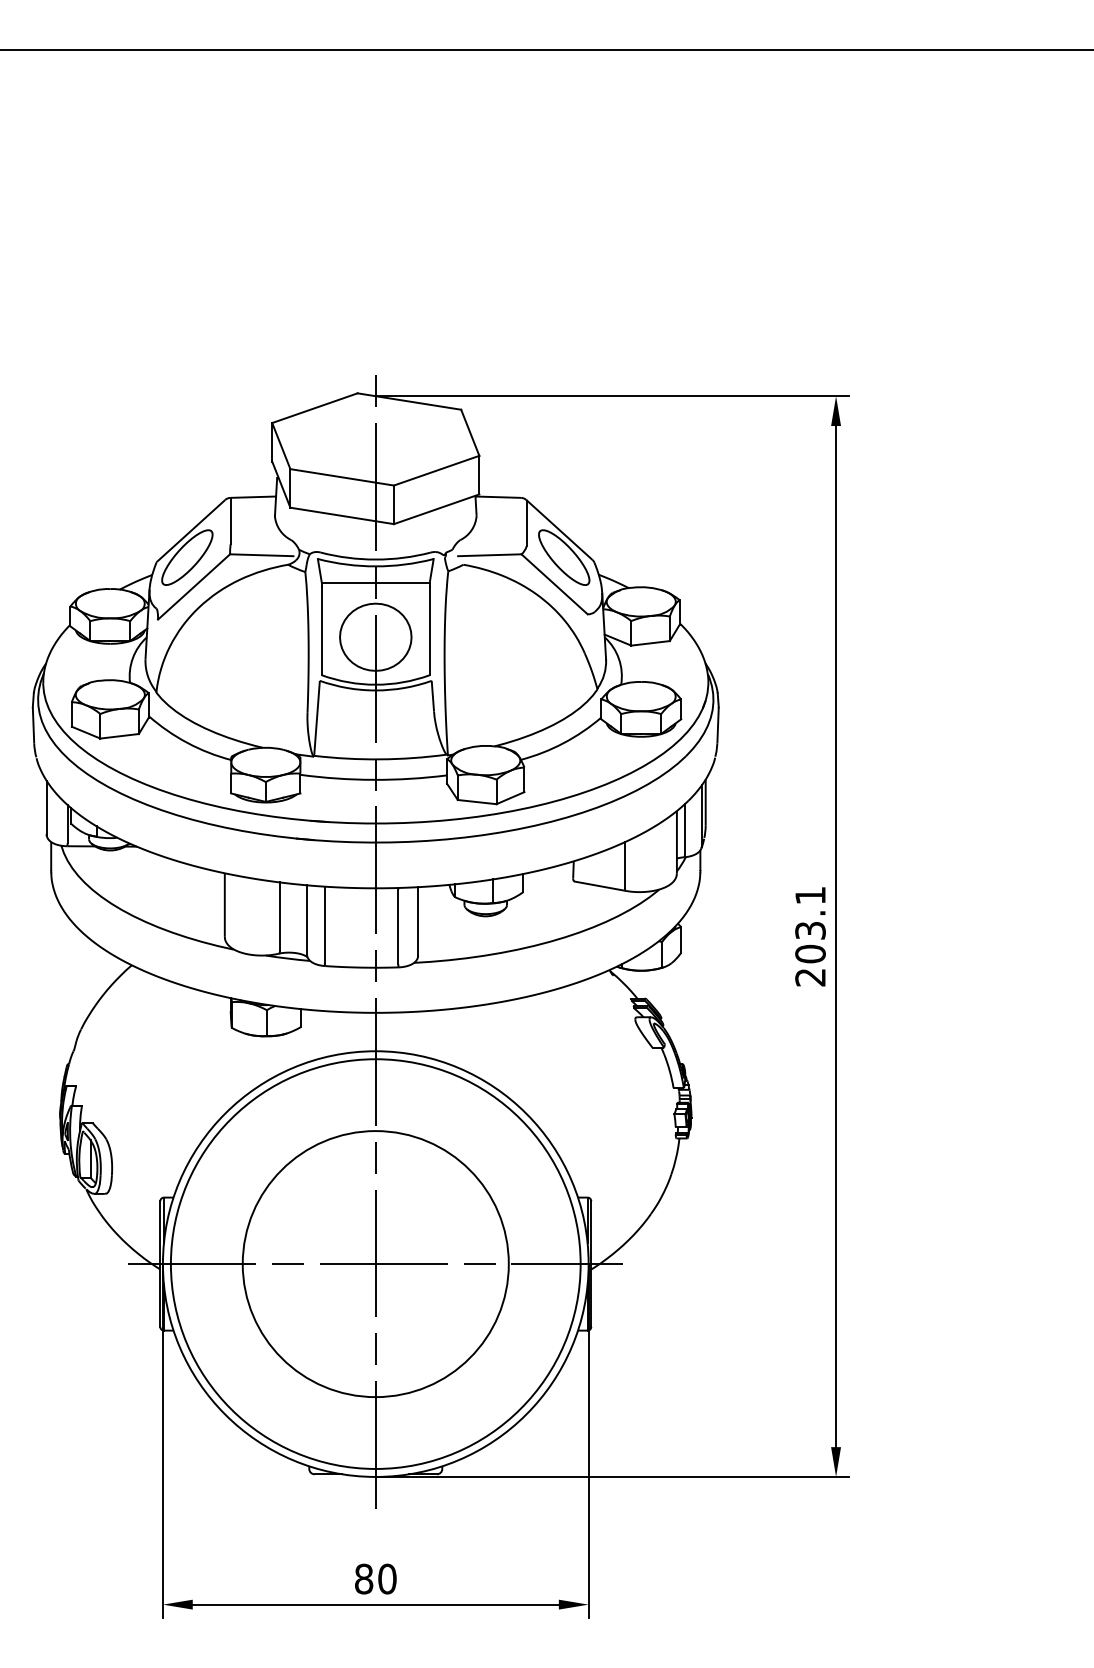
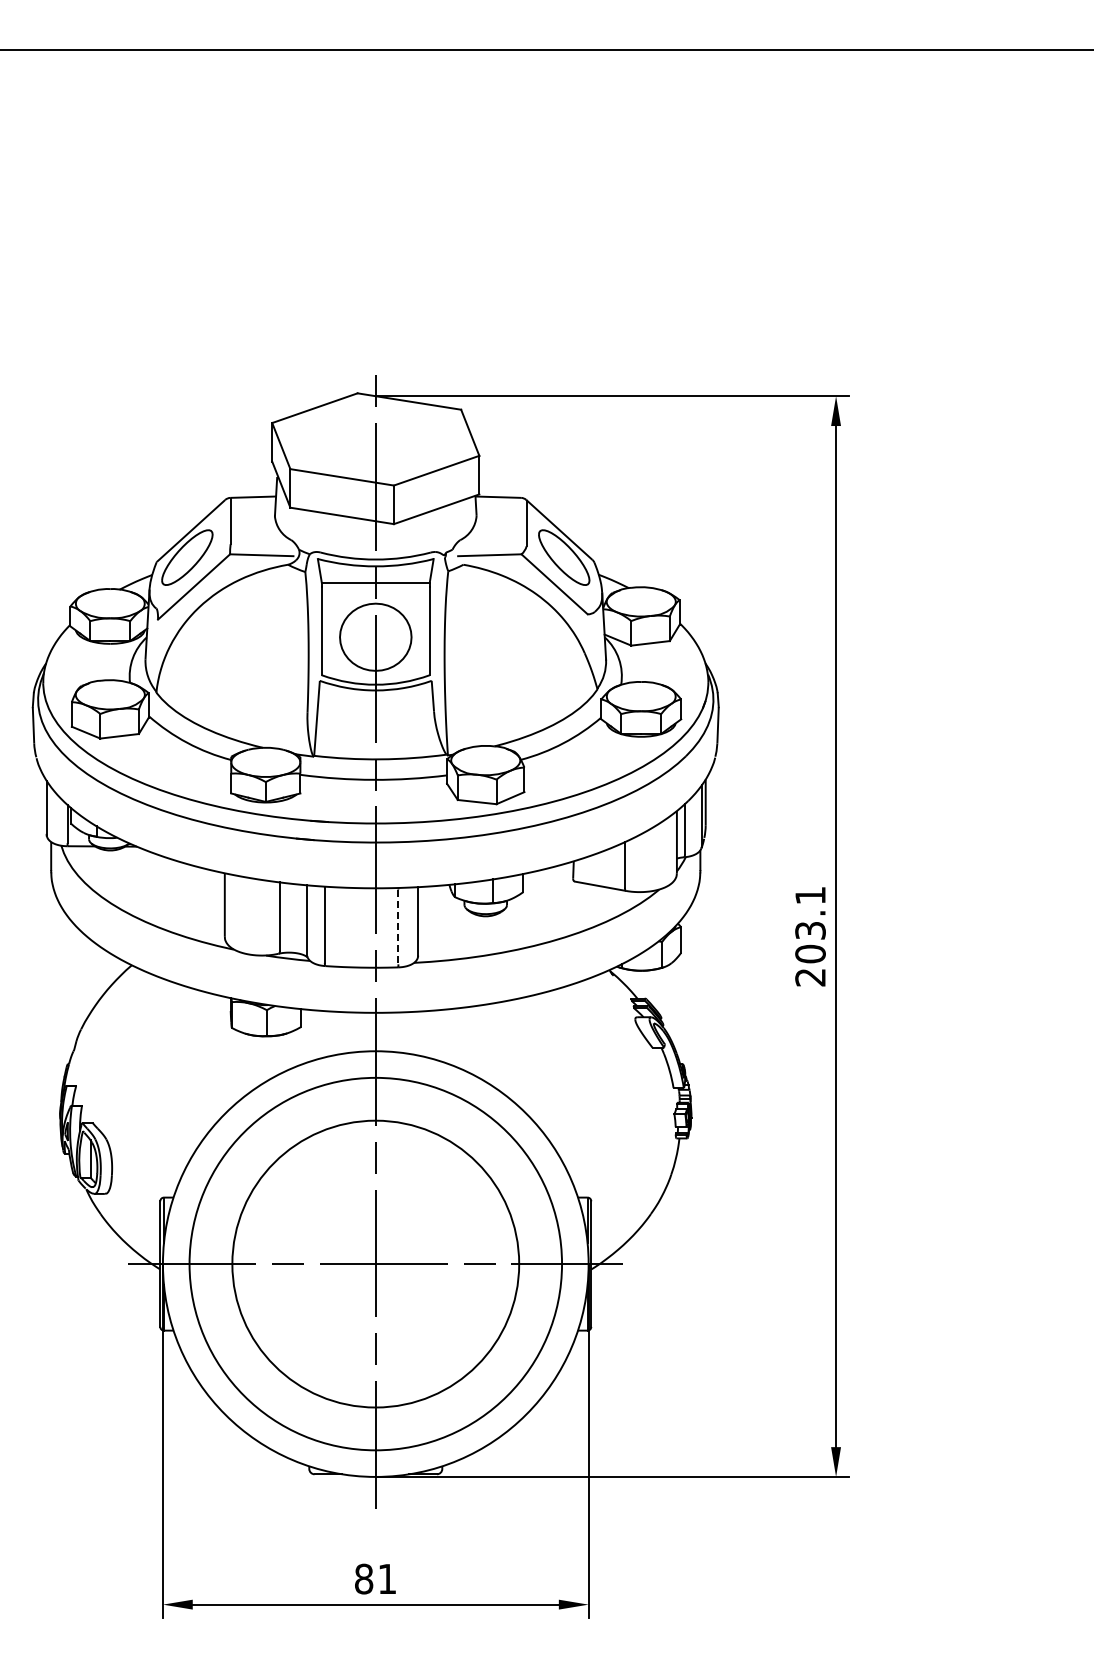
line at (398, 927): solid -> dashed
circle at (375, 1263) diameter: 410 px -> 287 px
circle at (375, 1264) diameter: 266 px -> 372 px
text at (387, 1578): 80 -> 81
